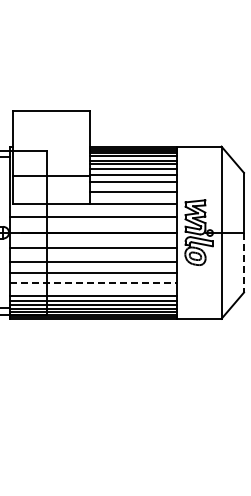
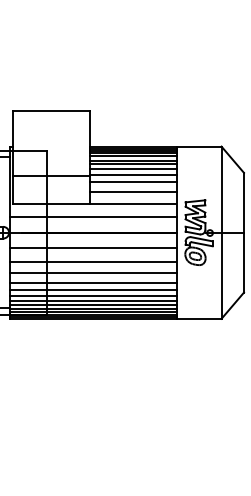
line at (244, 262): dashed -> solid
line at (93, 283): dashed -> solid
line at (92, 290): none -> present
